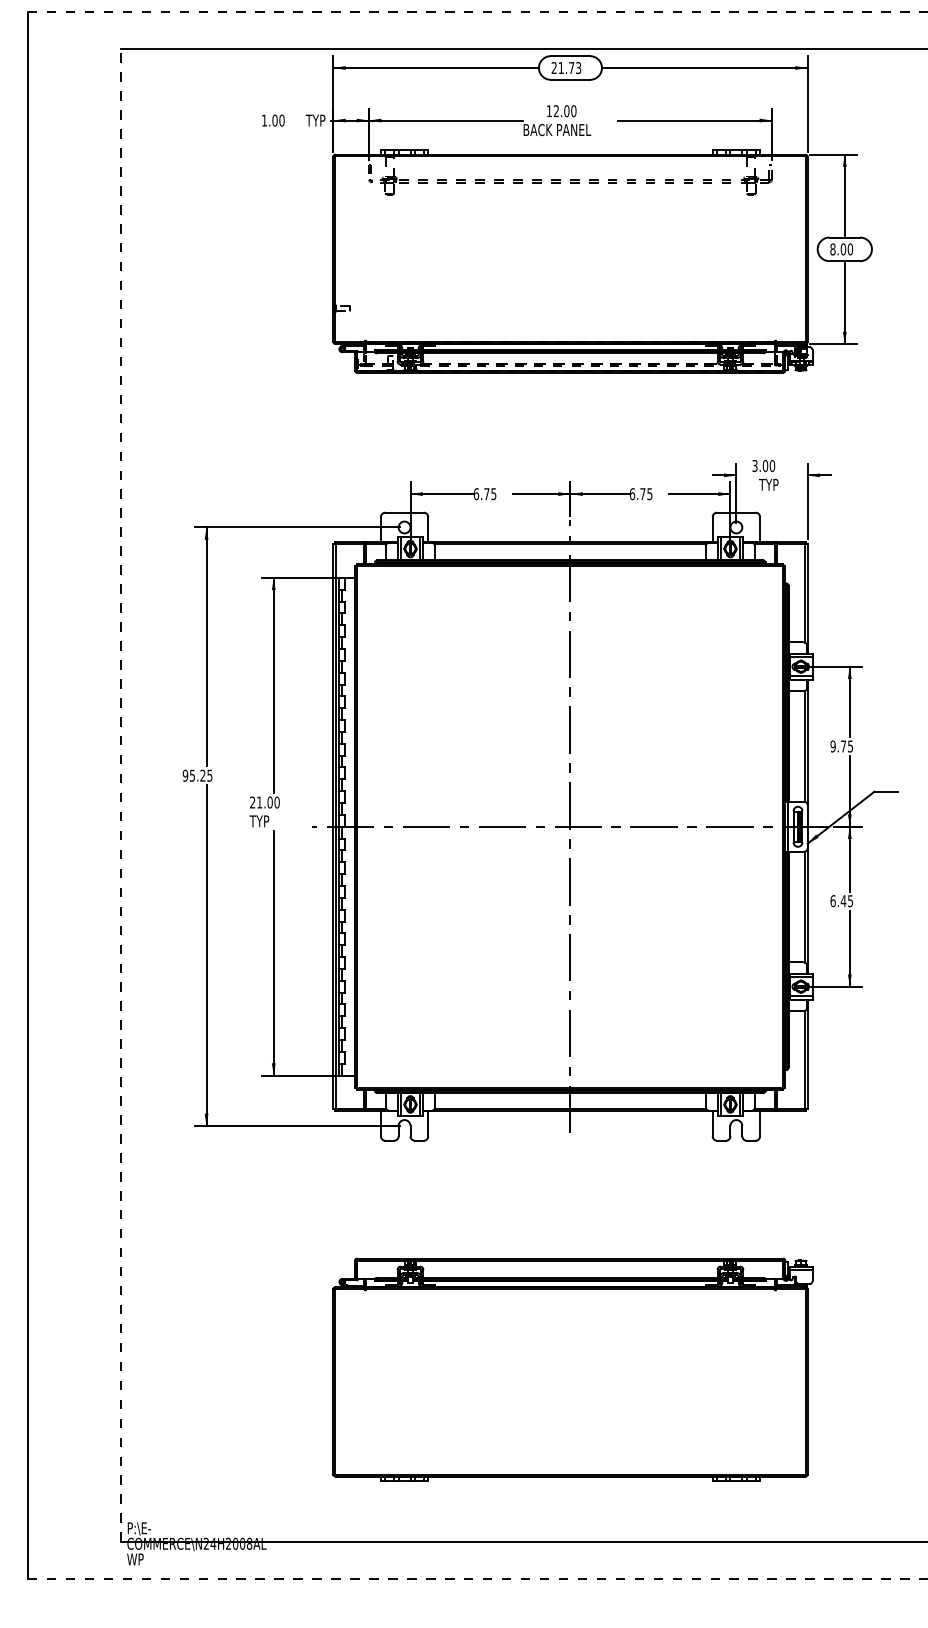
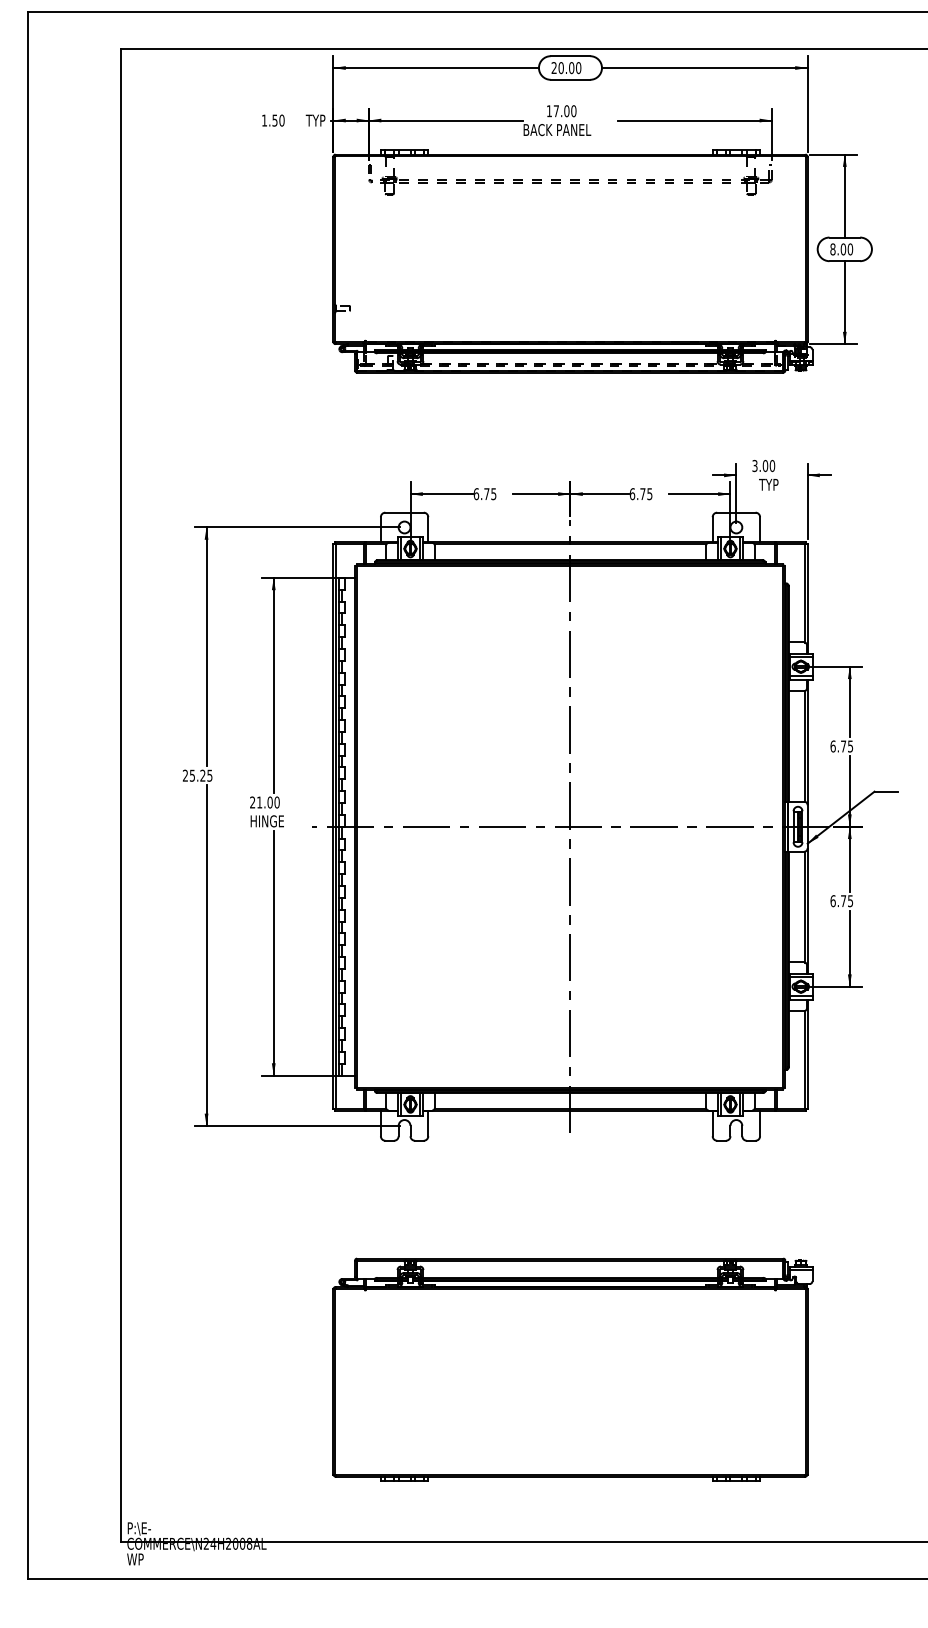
line at (477, 11): dashed -> solid
text at (569, 68): 21.73 -> 20.00
text at (555, 111): 12.00 -> 17.00
text at (274, 120): 1.00 -> 1.50
text at (832, 746): 9.75 -> 6.75
text at (185, 775): 95.25 -> 25.25
line at (121, 794): dashed -> solid
text at (266, 821): TYP -> HINGE
text at (843, 900): 6.45 -> 6.75
line at (477, 1579): dashed -> solid
